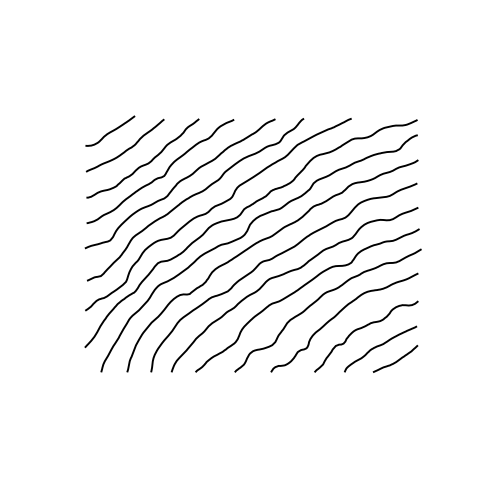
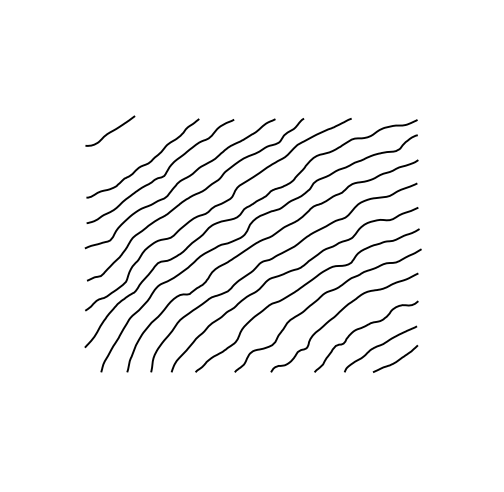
curve at (127, 148): present -> none
